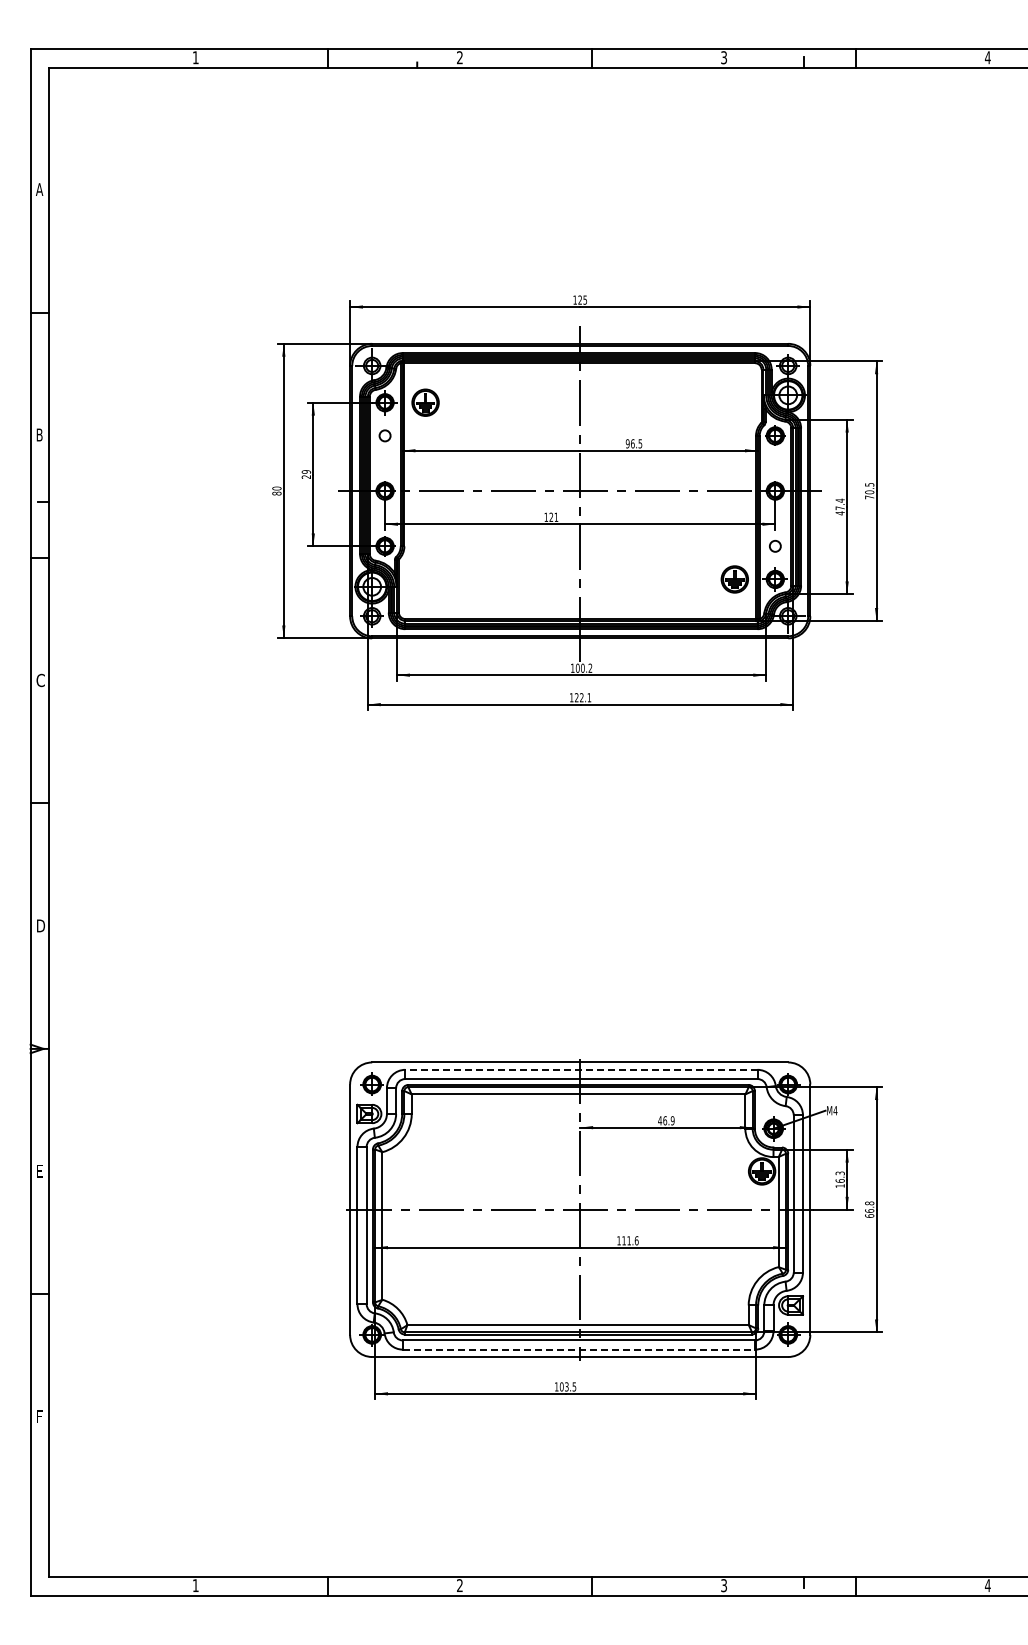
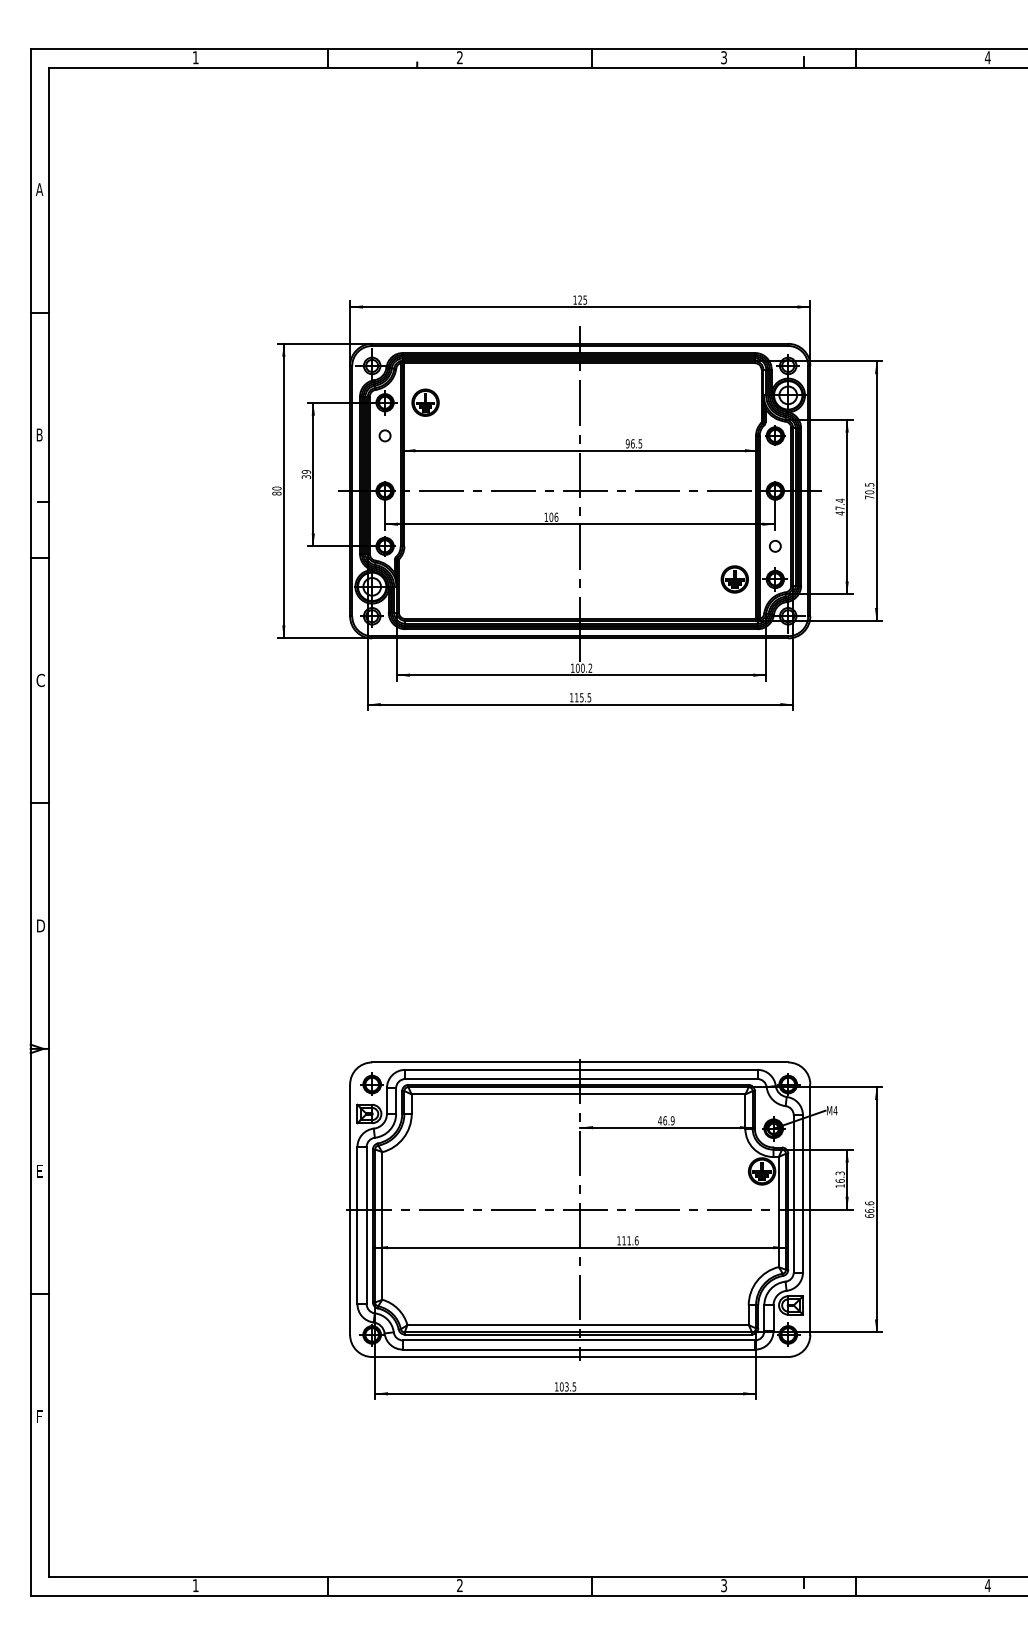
text at (306, 476): 29 -> 39
text at (553, 516): 121 -> 106
text at (582, 697): 122.1 -> 115.5
line at (580, 1069): dashed -> solid
text at (869, 1203): 66.8 -> 66.6
line at (579, 1349): dashed -> solid
